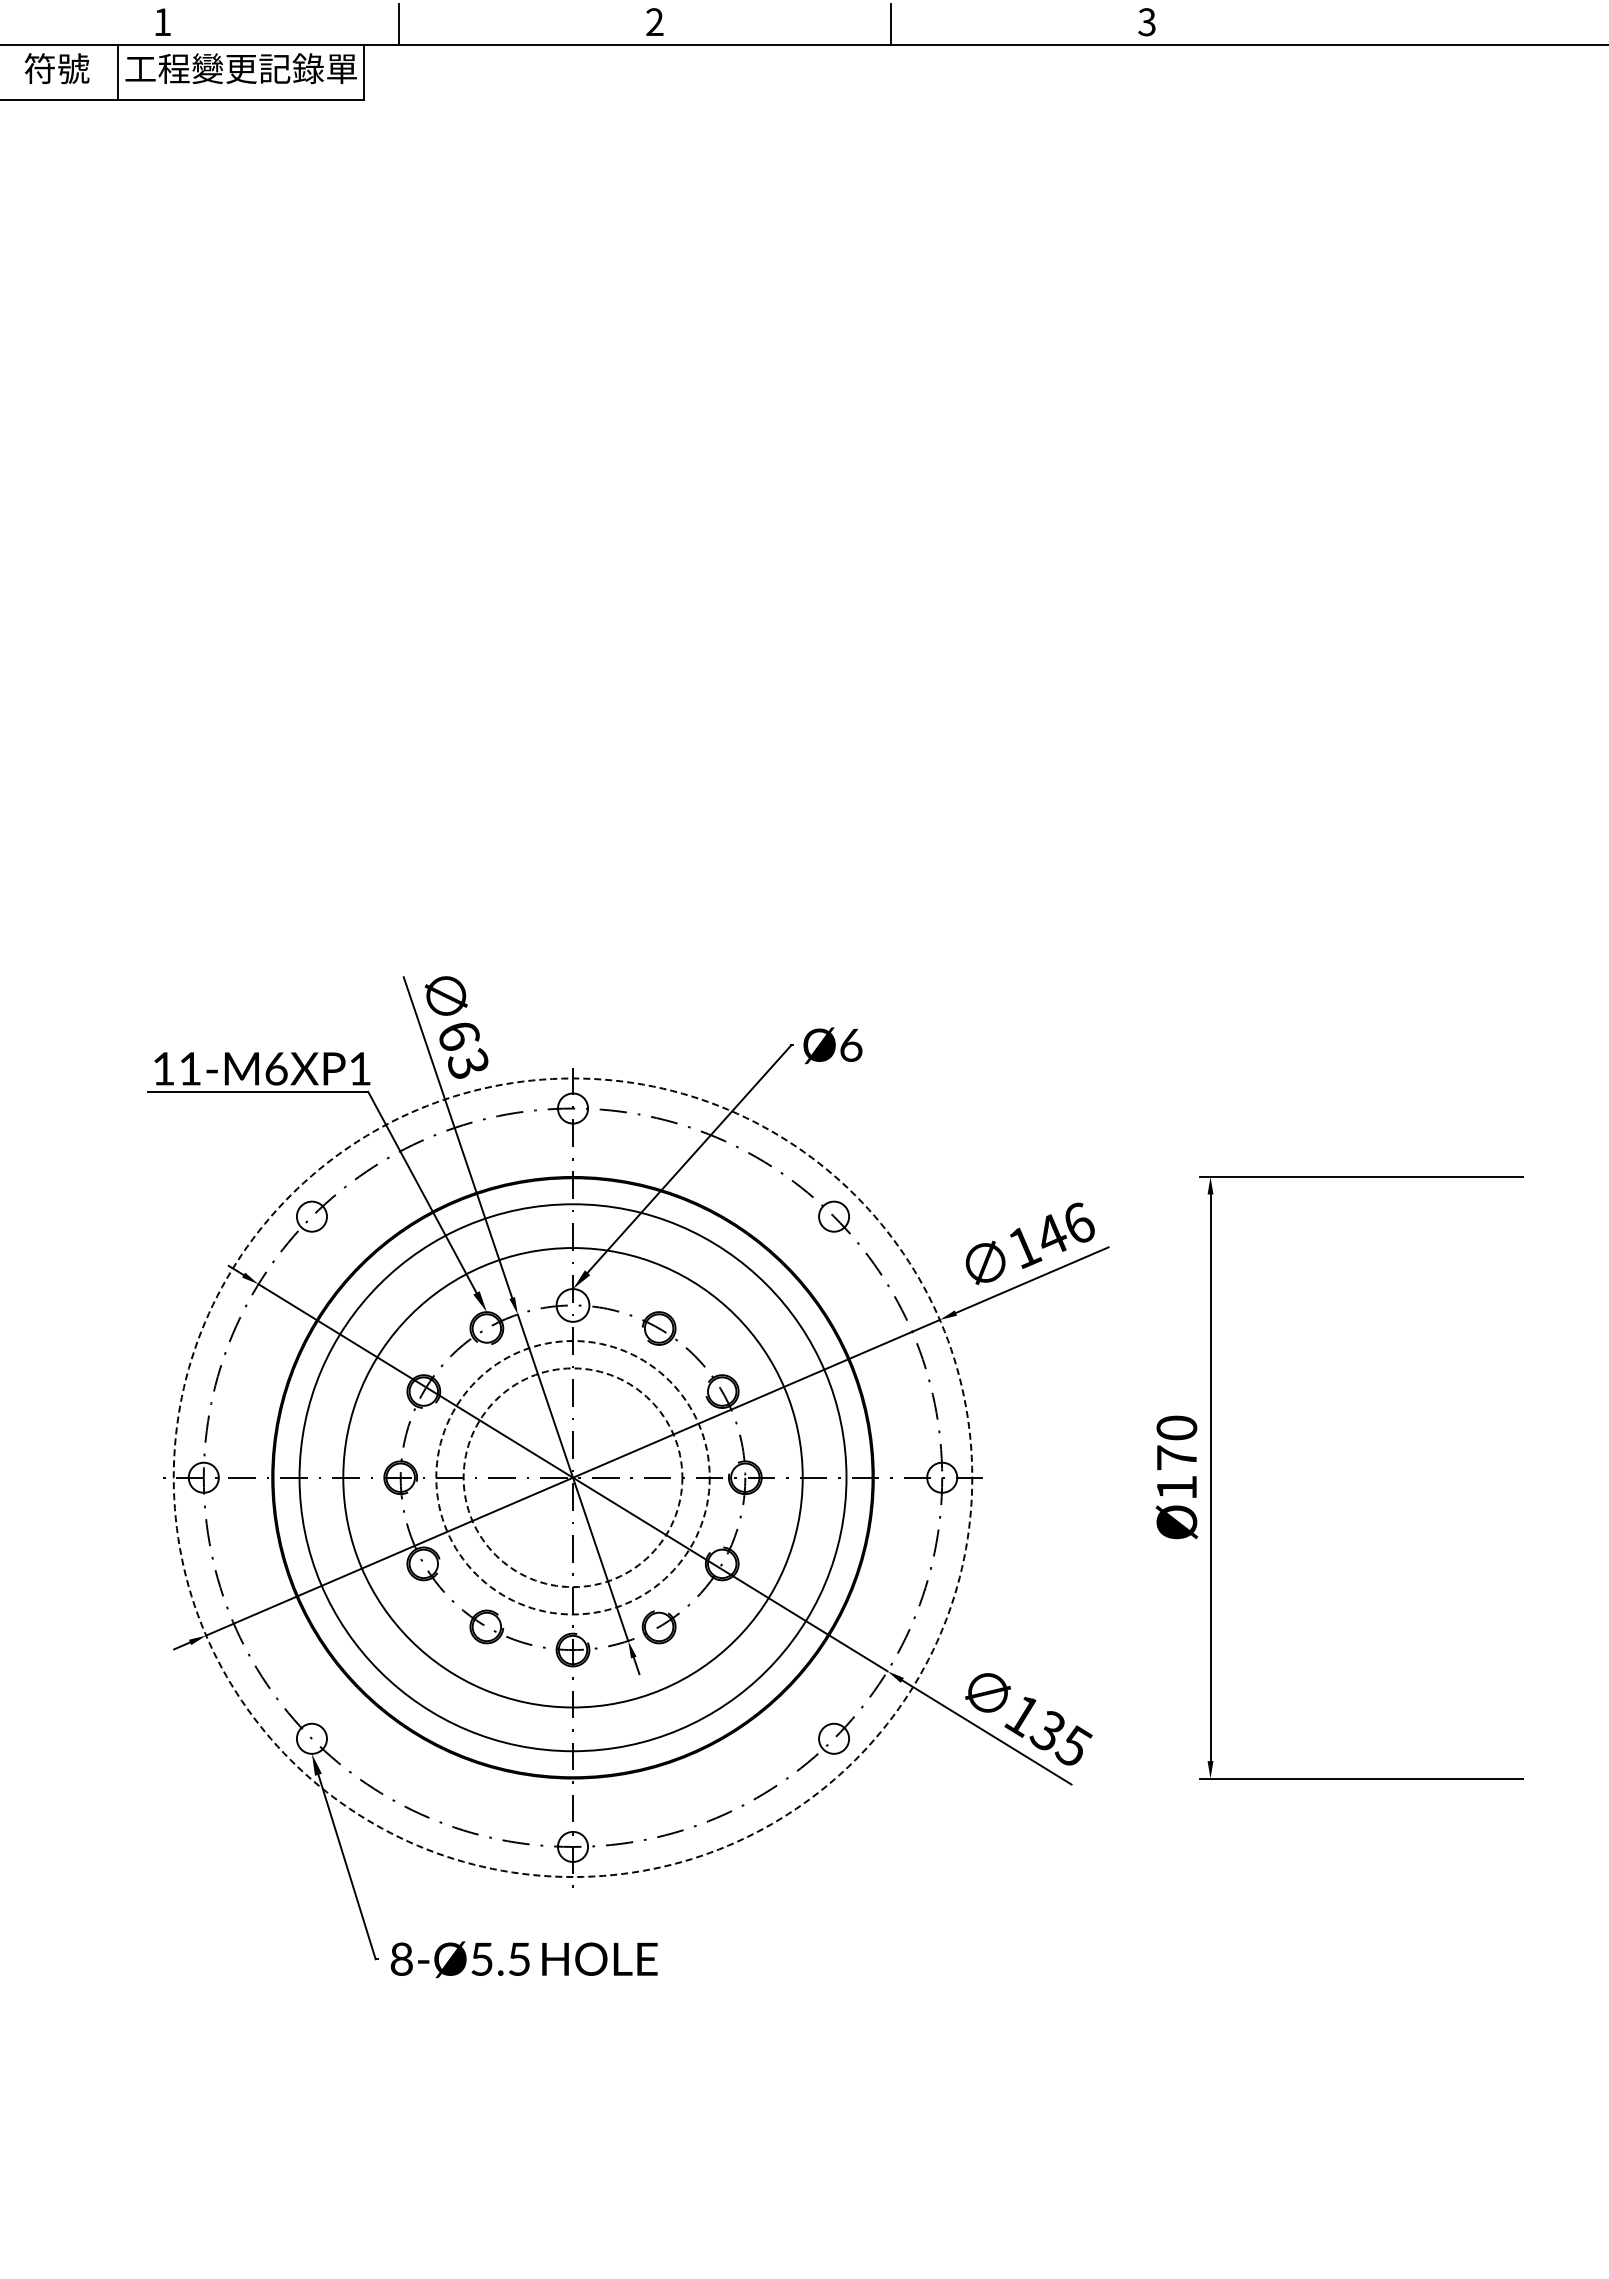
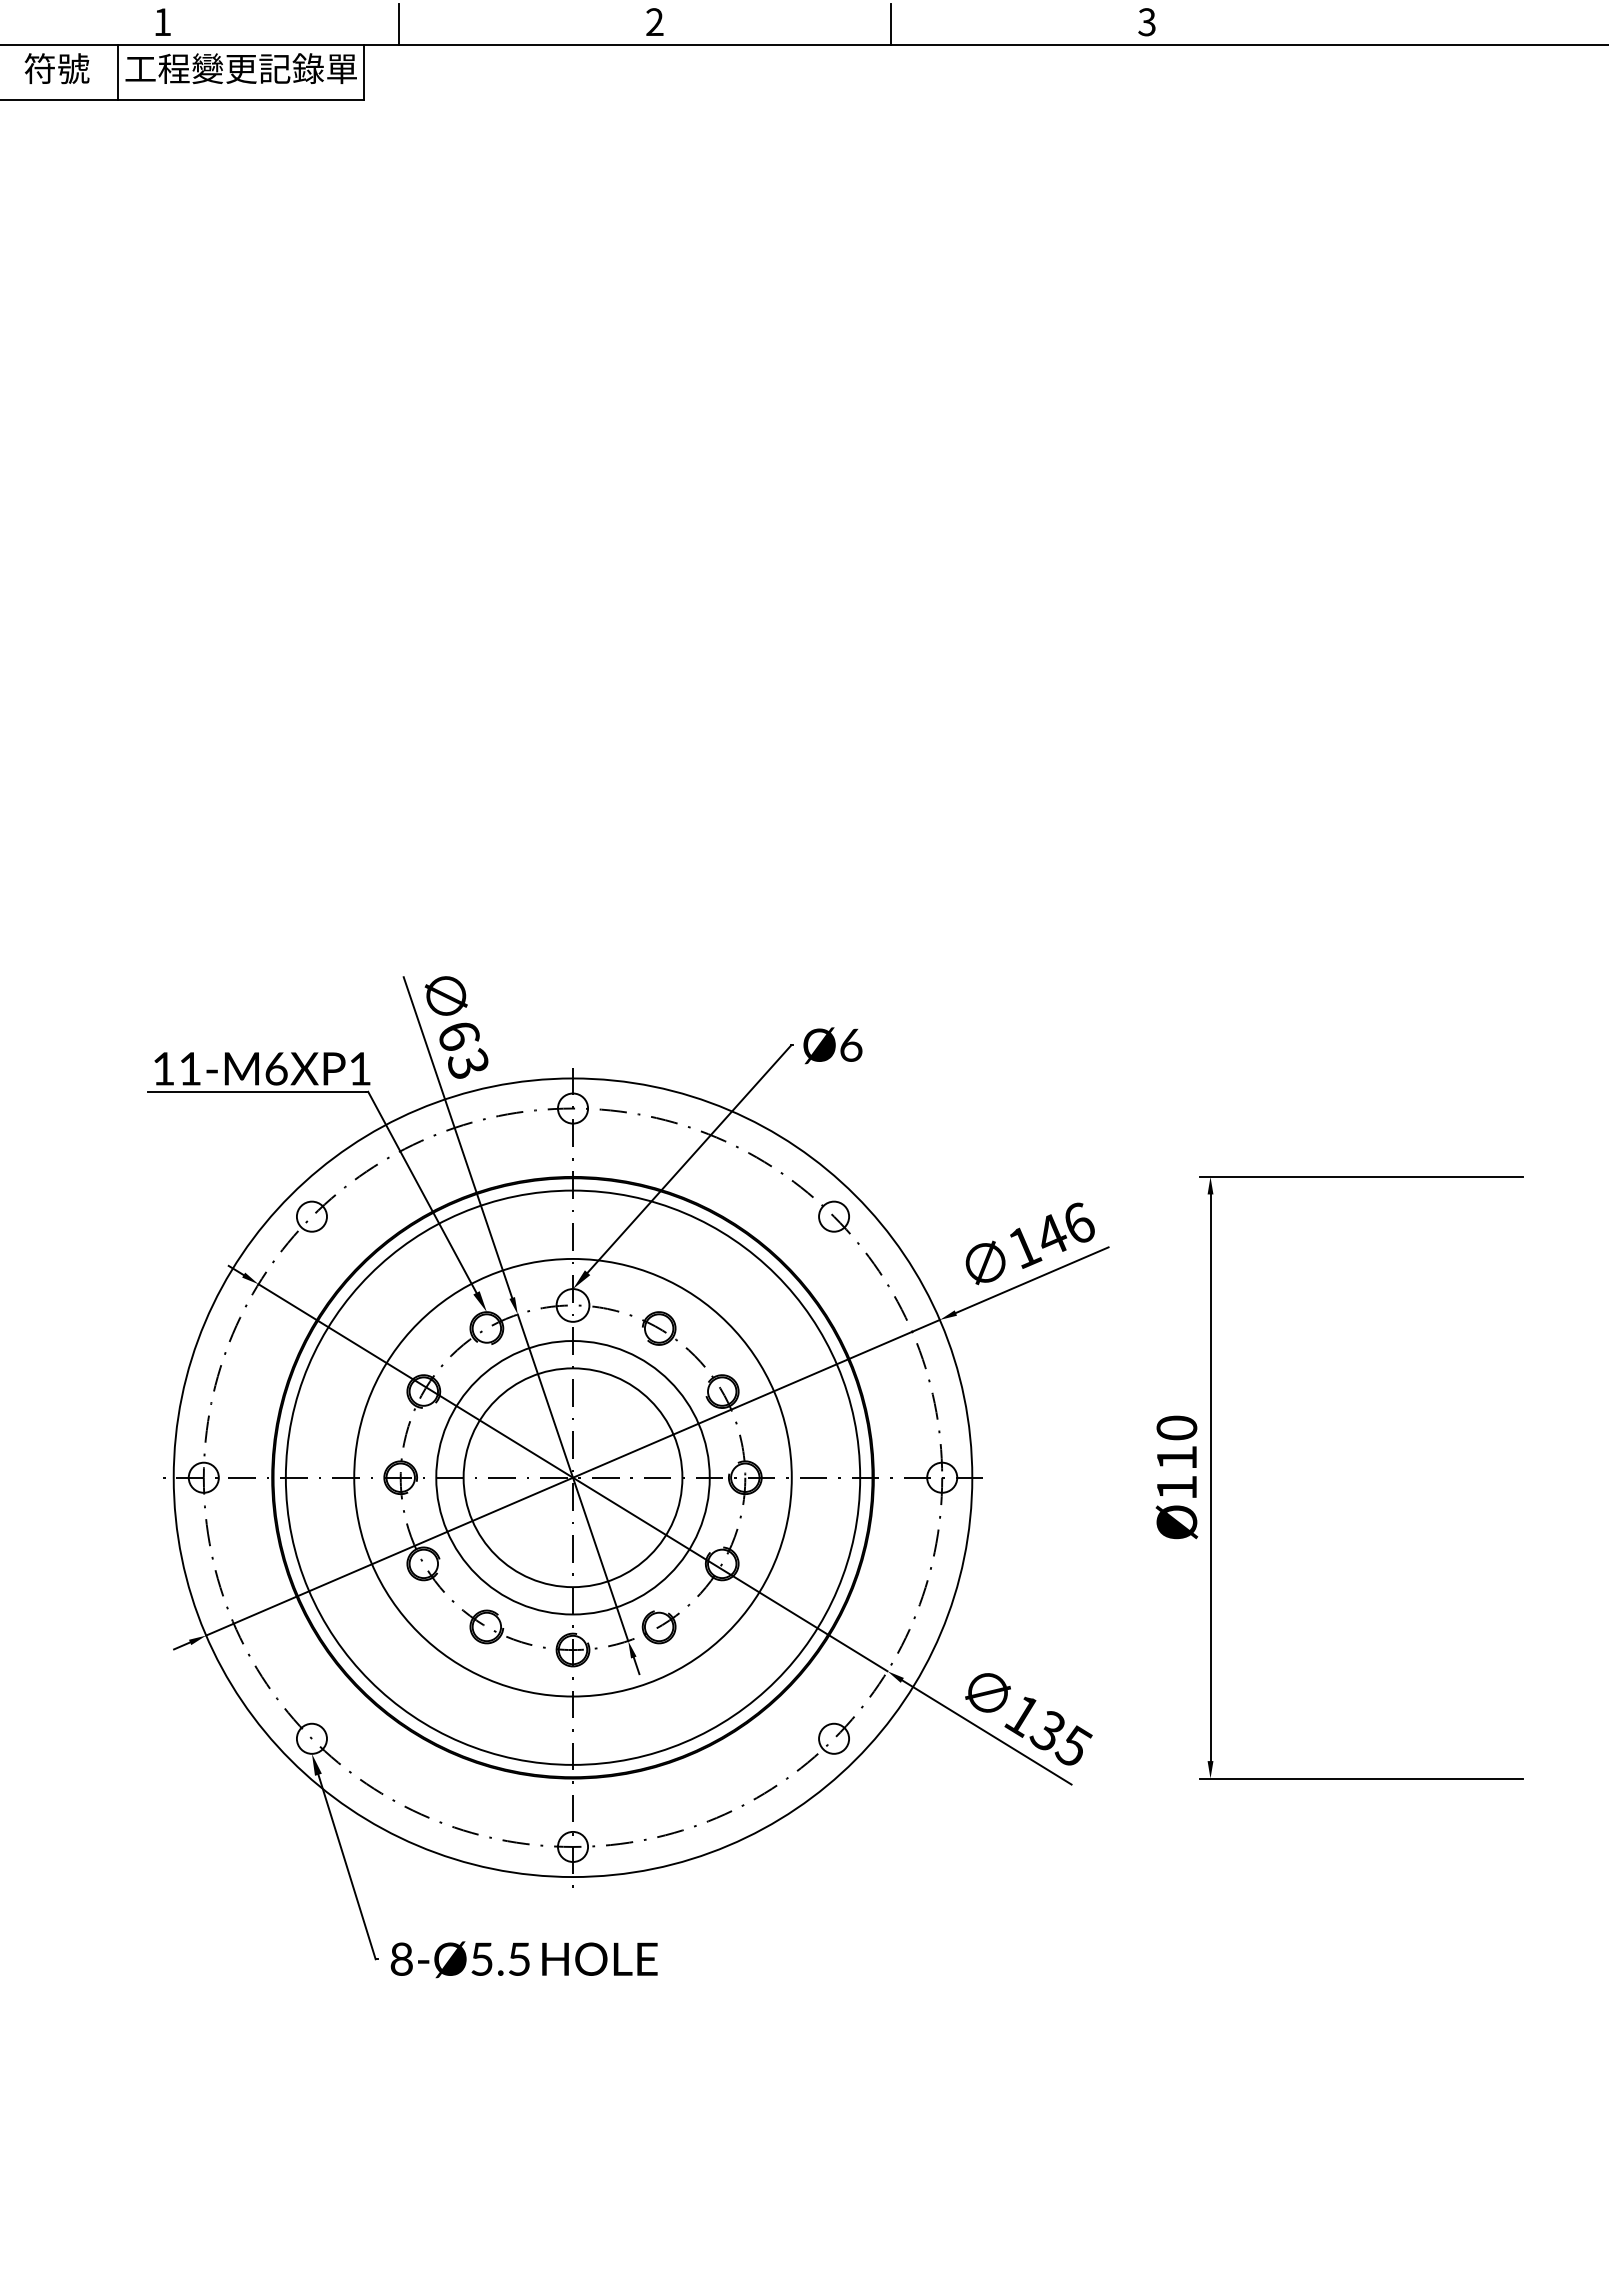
text at (1176, 1457): Ø170 -> Ø110
circle at (572, 1477) diameter: 459 px -> 574 px
circle at (572, 1477) diameter: 547 px -> 438 px
circle at (572, 1477): dashed -> solid
circle at (572, 1477): dashed -> solid
circle at (572, 1477): dashed -> solid
